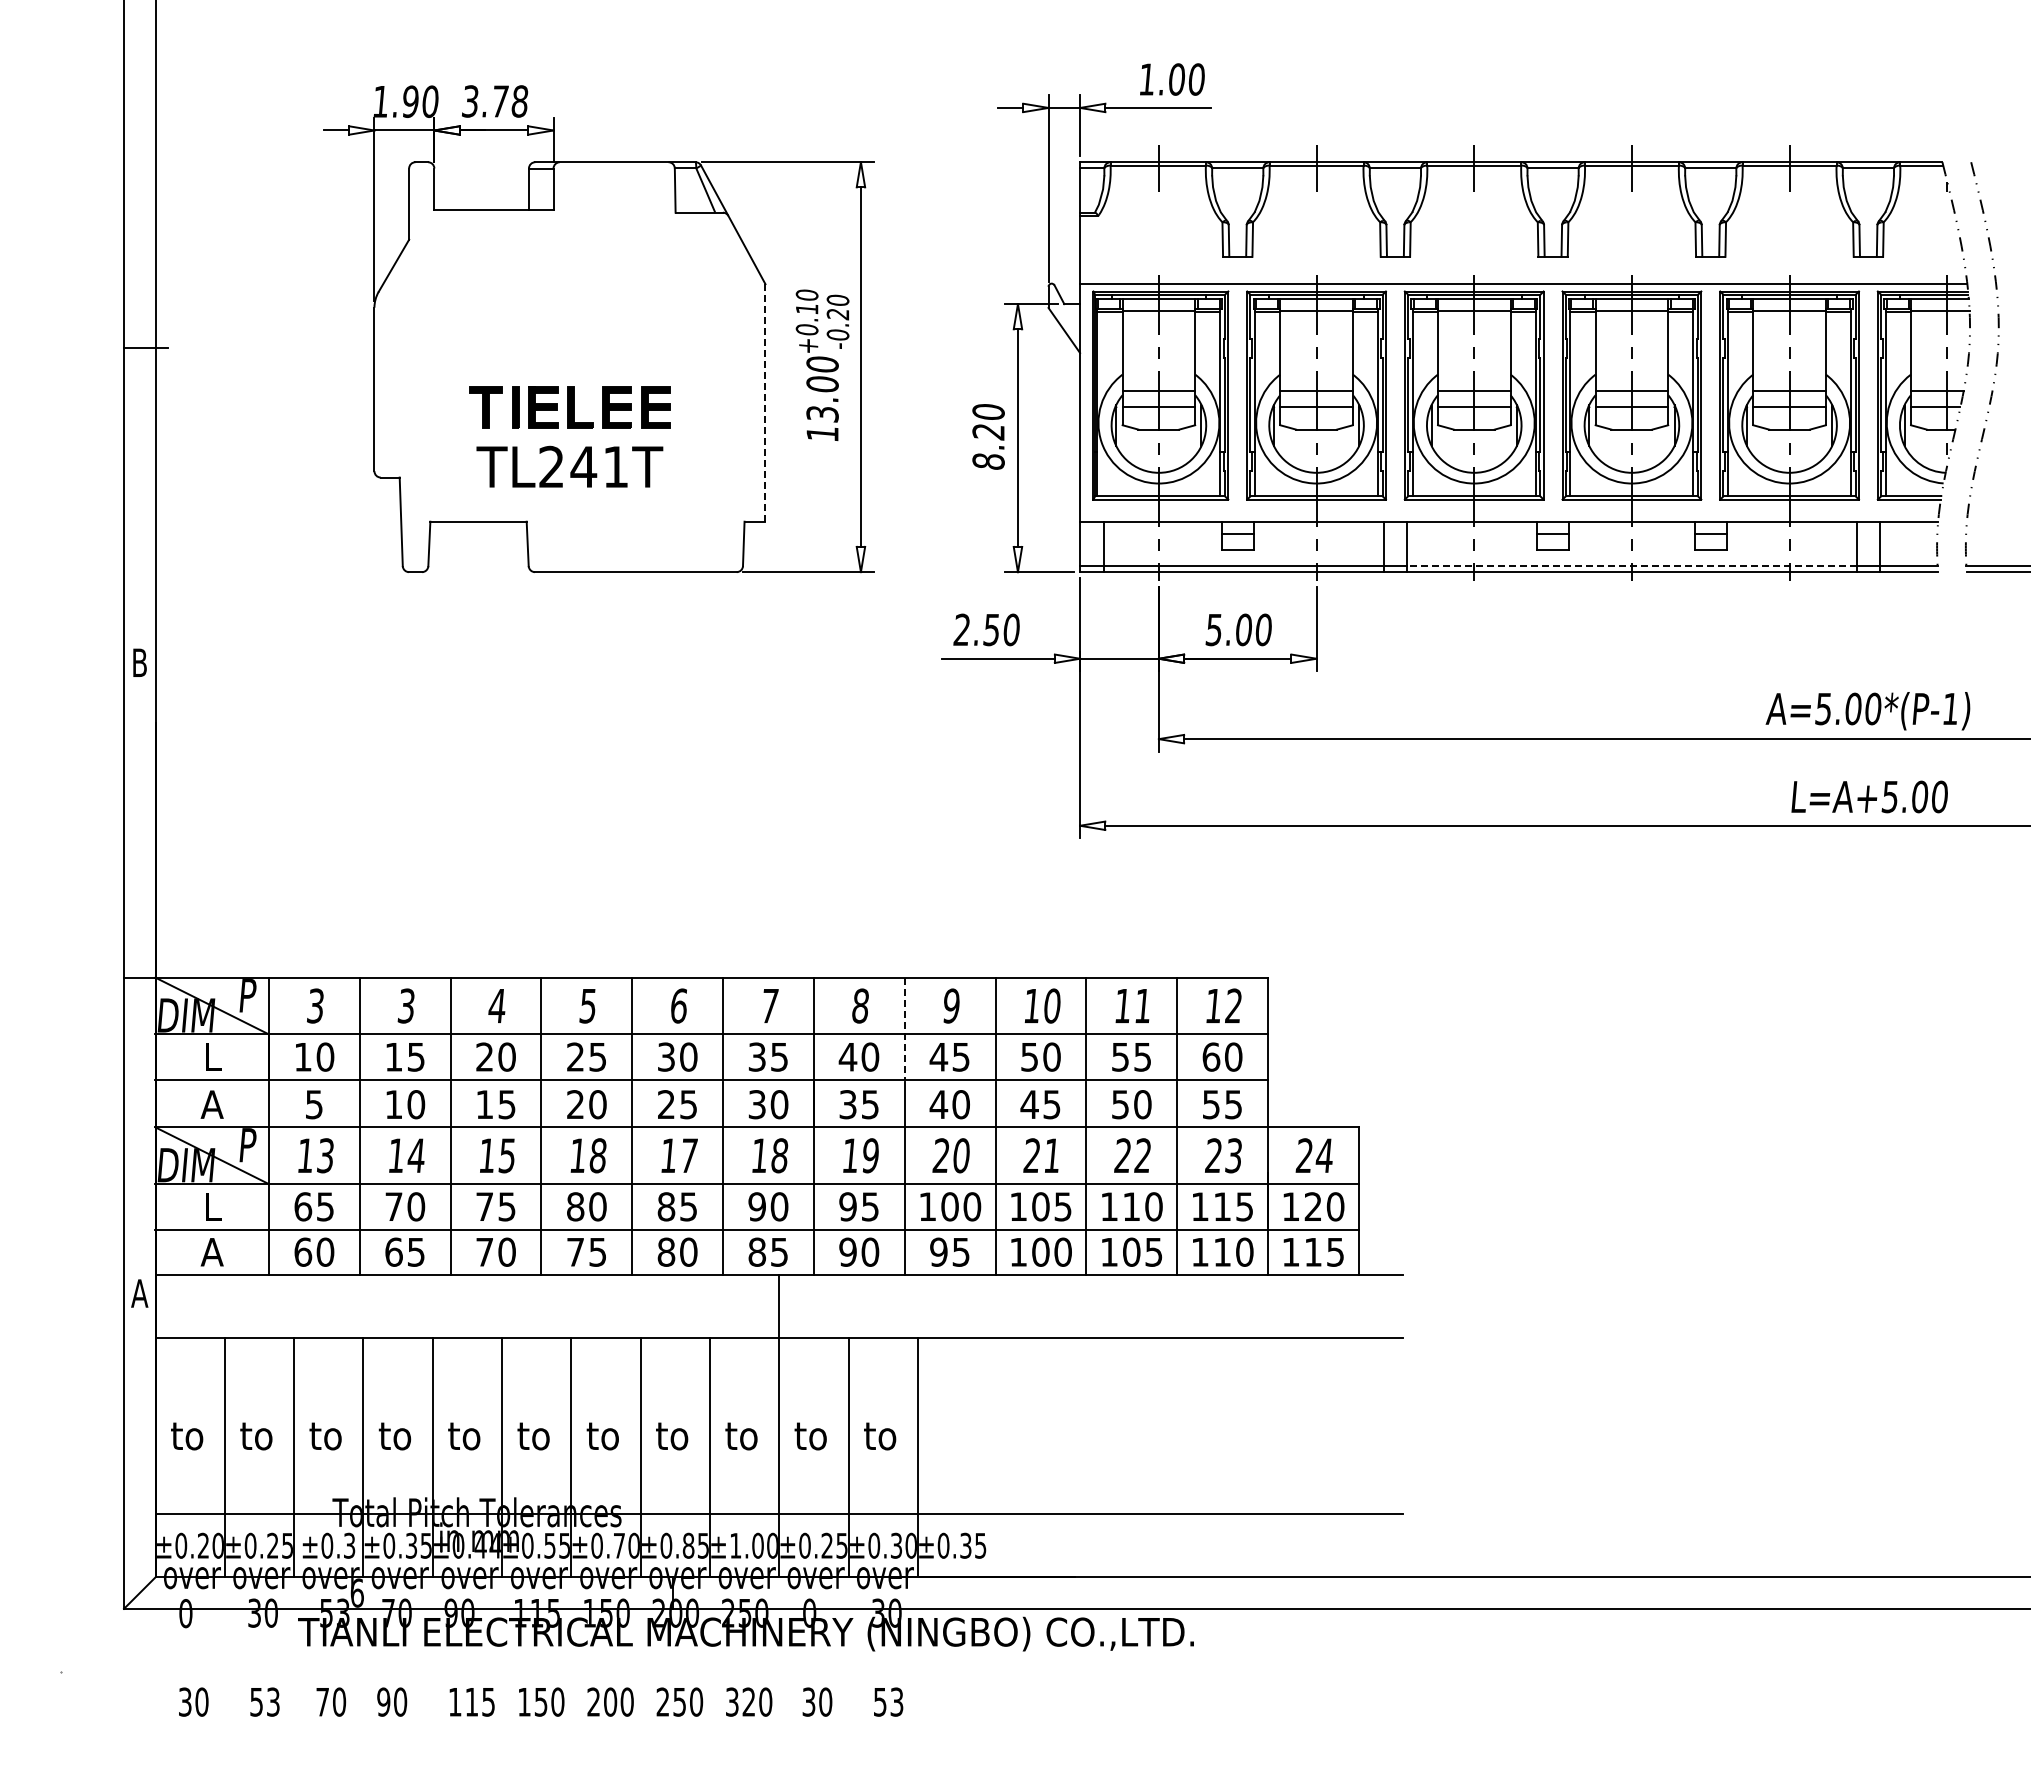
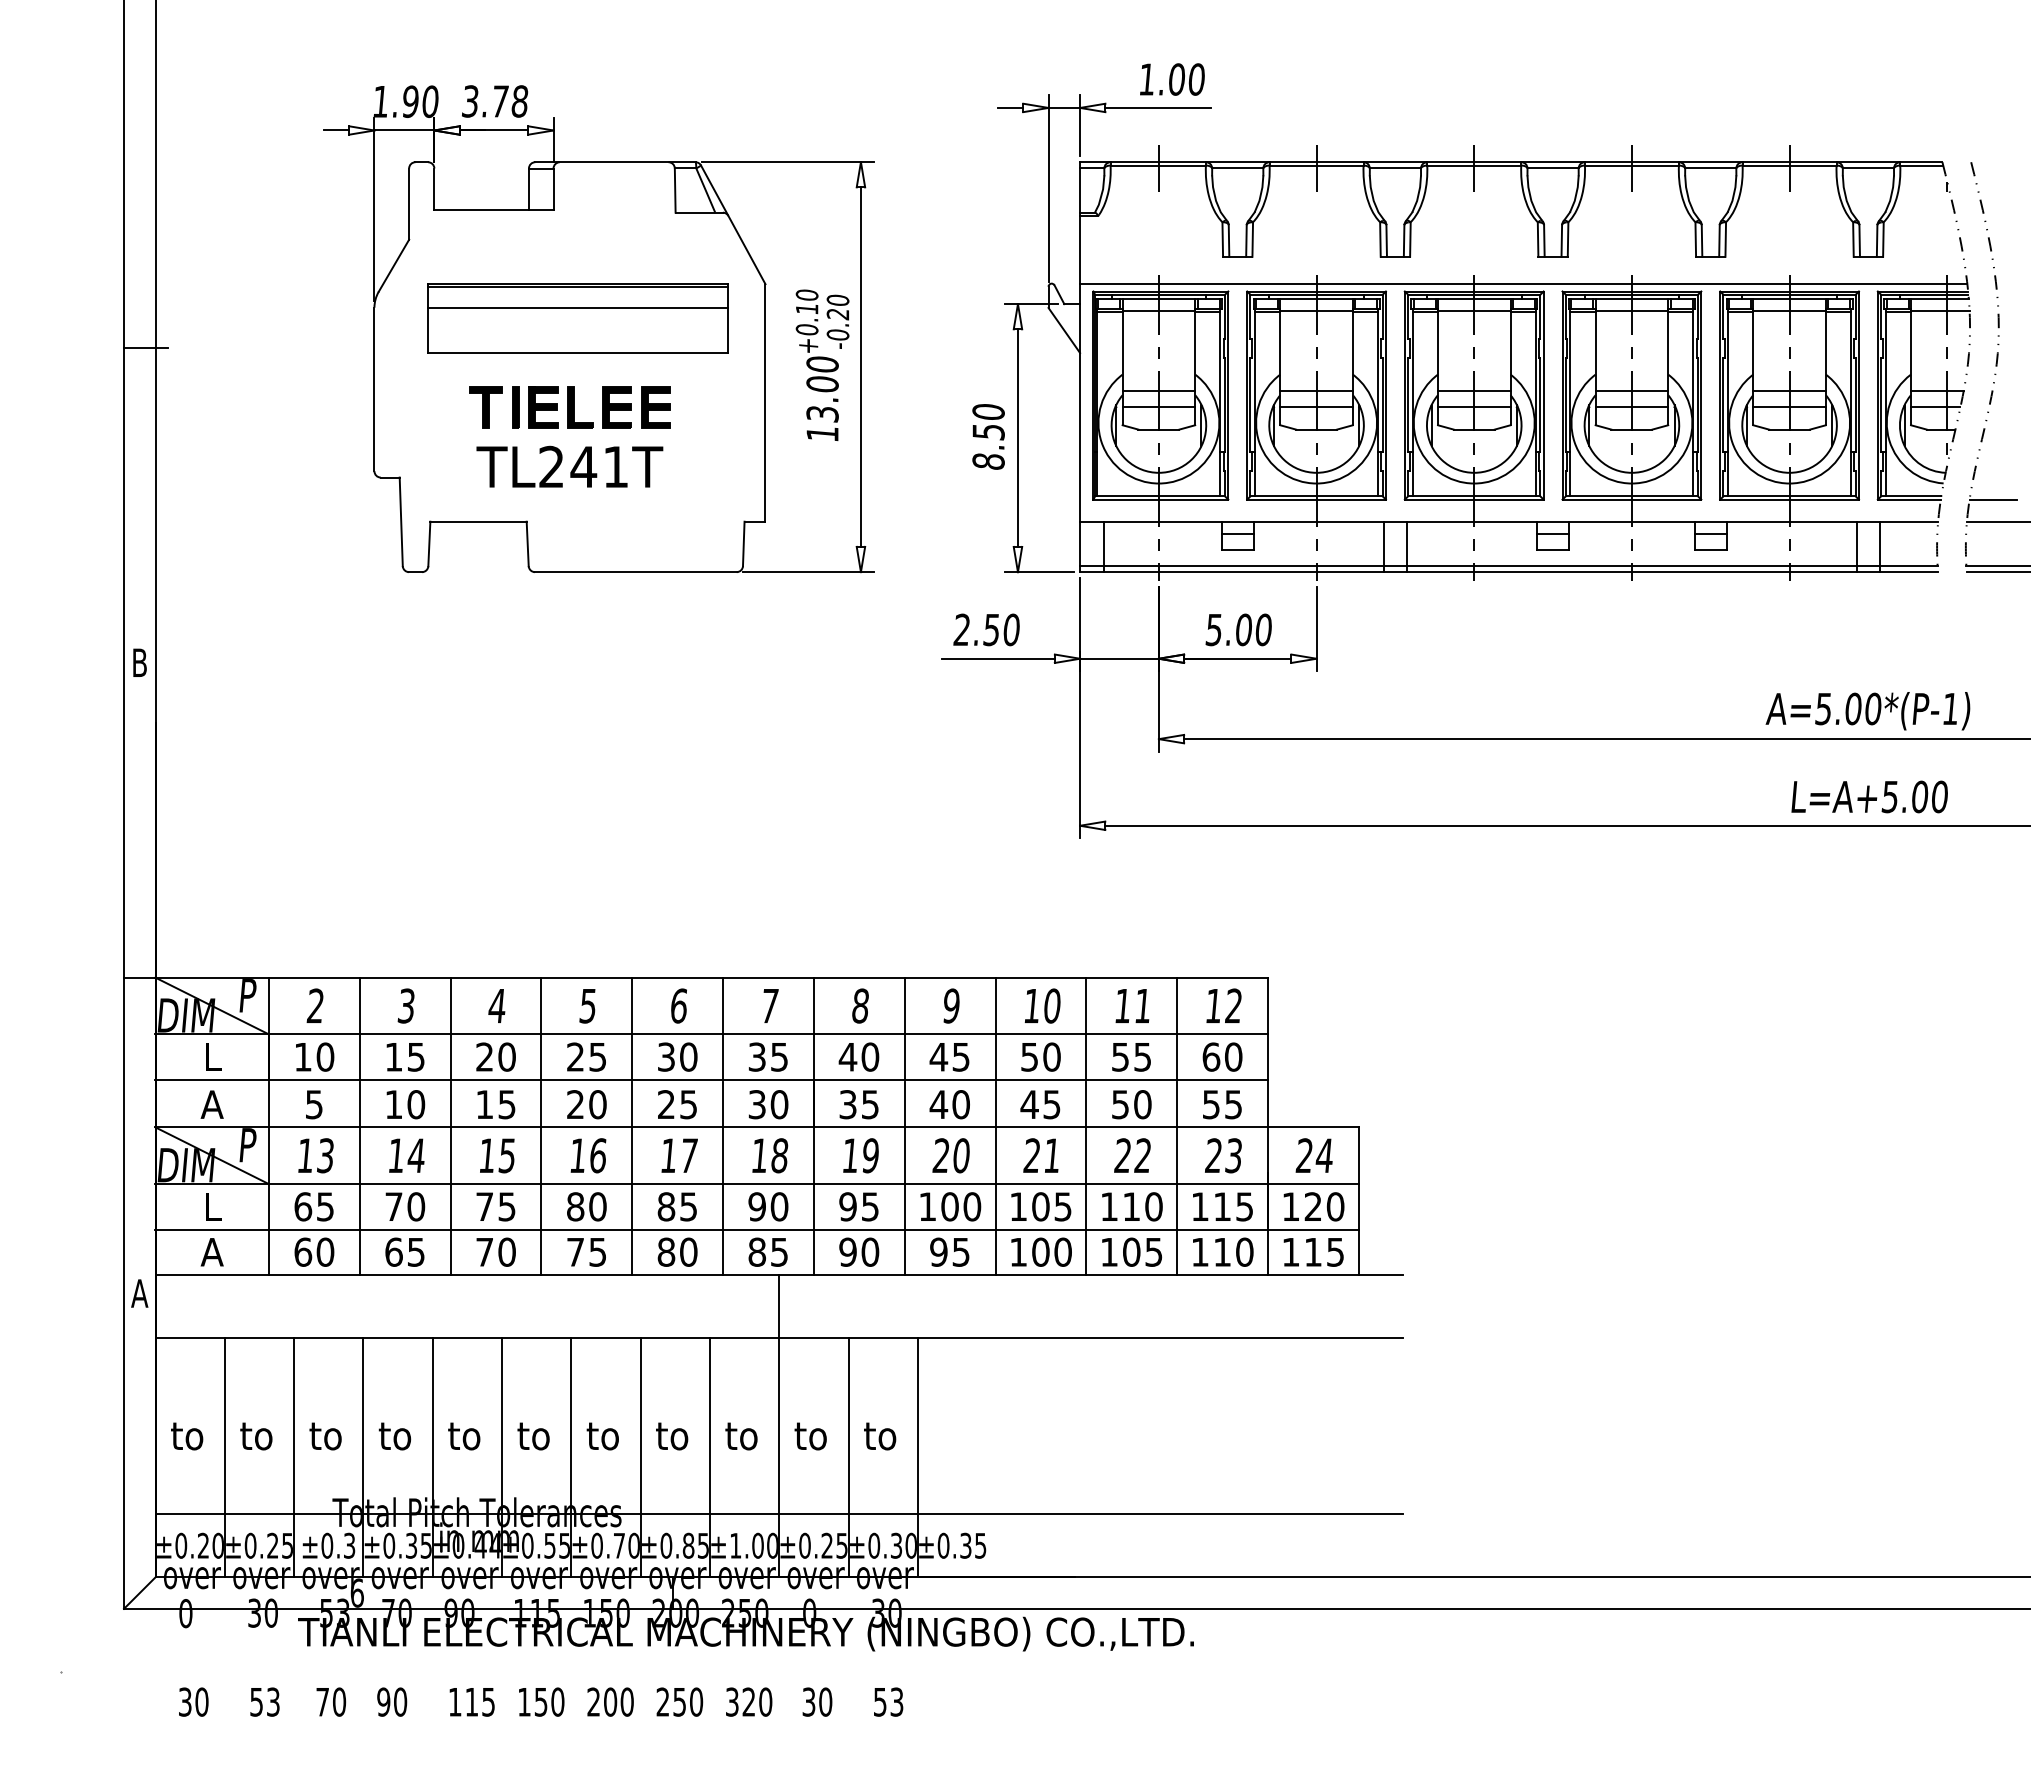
part at (577, 318): none -> present
line at (765, 402): dashed -> solid
text at (988, 432): 8.20 -> 8.50
line at (1992, 499): none -> present
line at (1996, 521): none -> present
line at (1631, 566): dashed -> solid
text at (314, 1005): 3 -> 2
line at (904, 1029): dashed -> solid
text at (597, 1155): 18 -> 16
